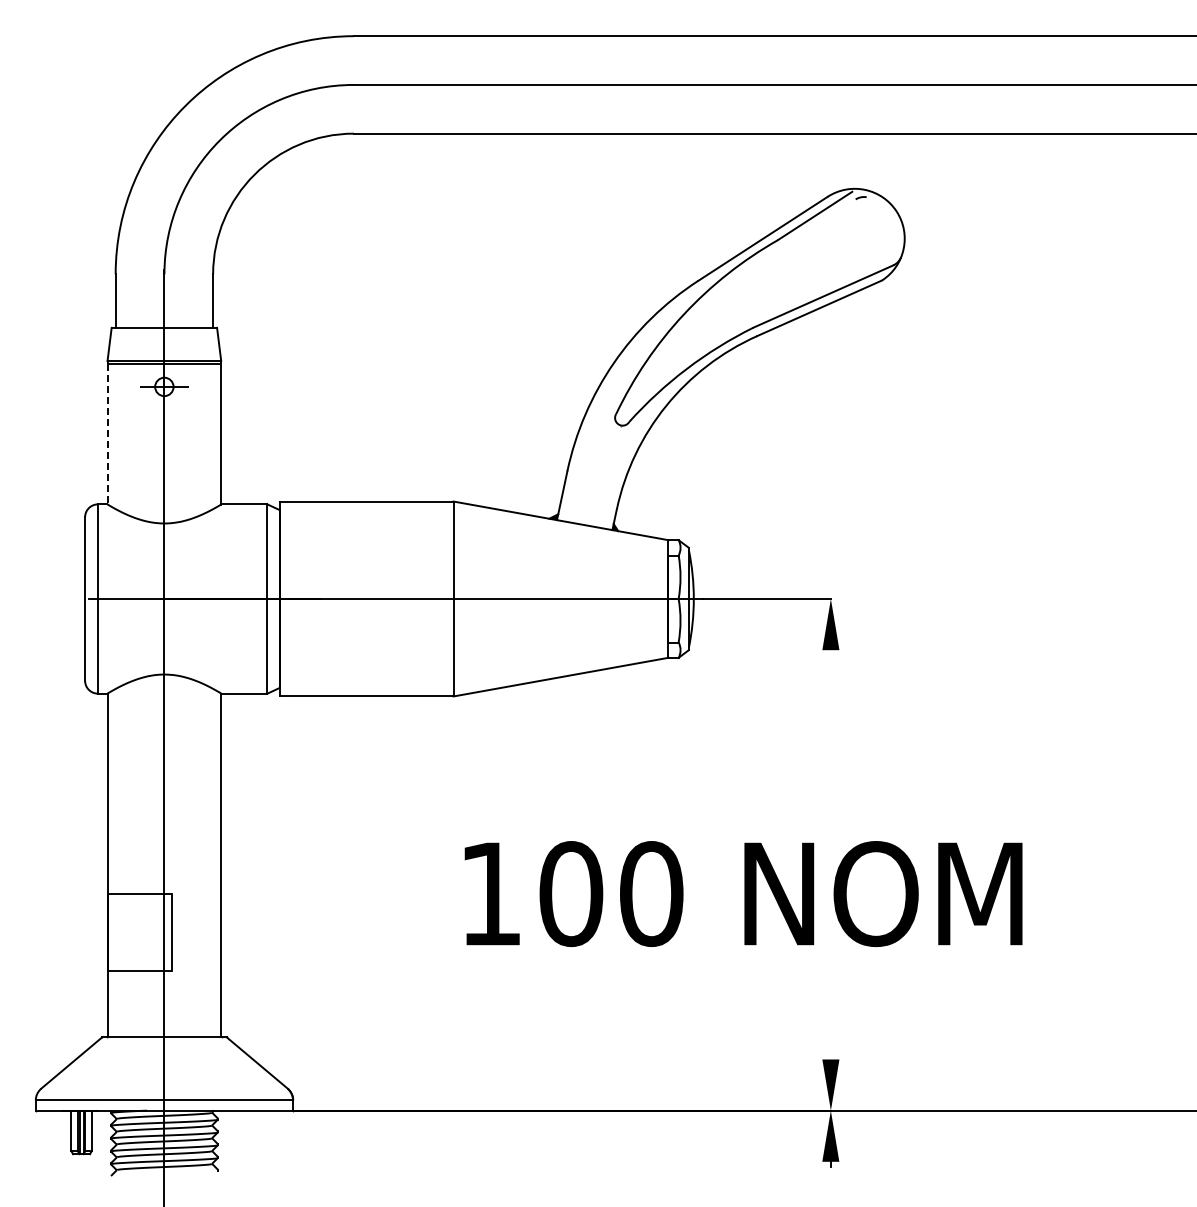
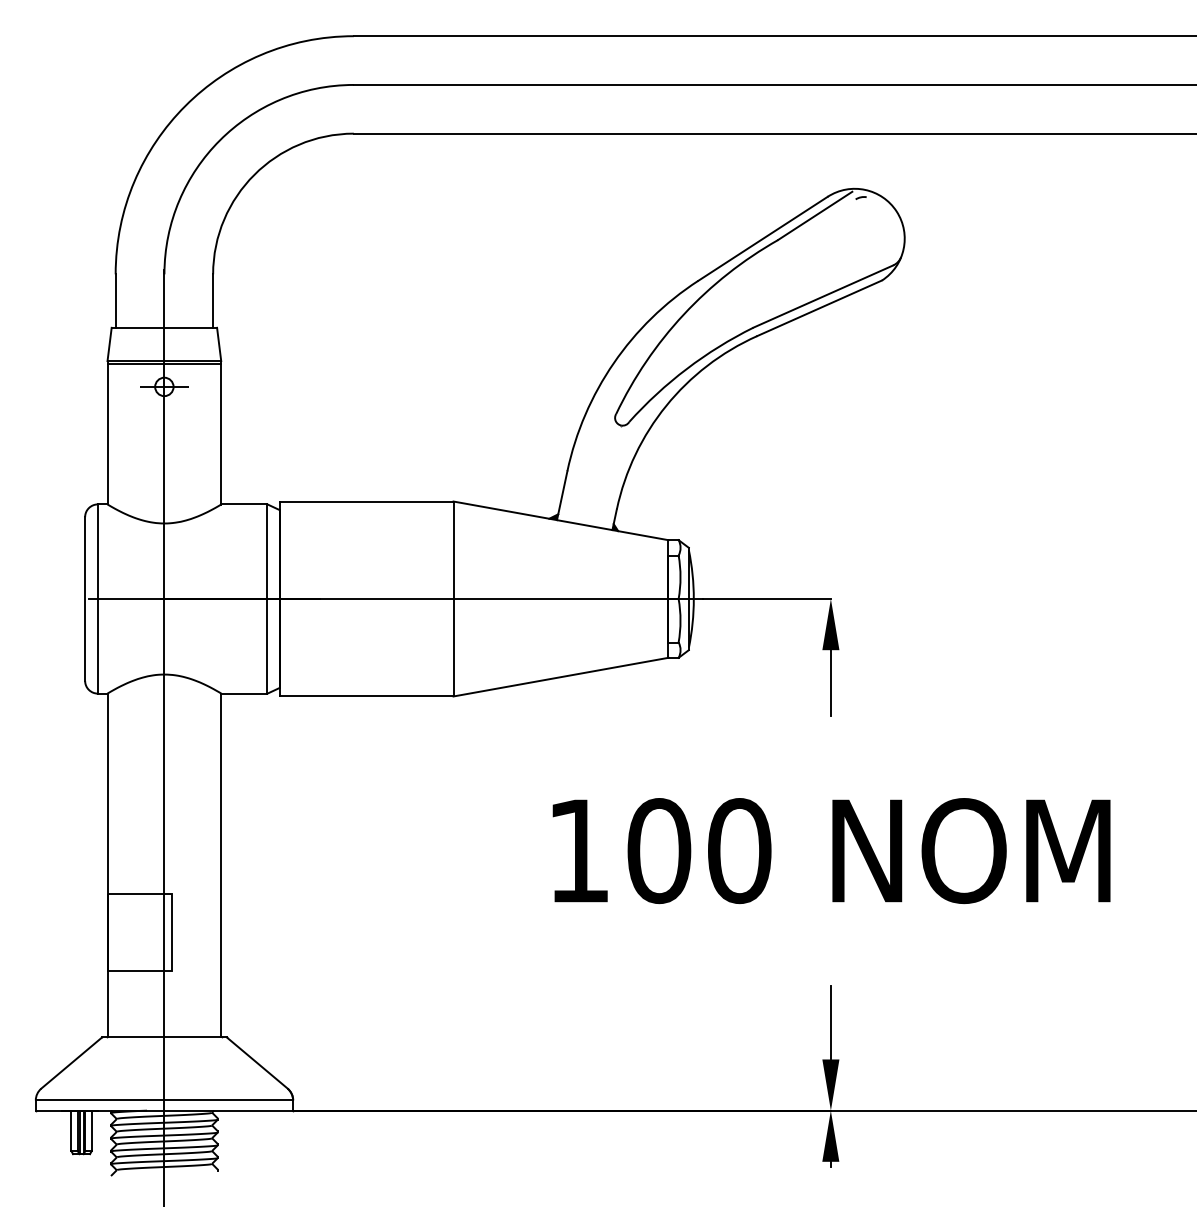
line at (107, 434): dashed -> solid
line at (830, 682): none -> present
text at (743, 894) position: (743, 894) -> (831, 851)
line at (830, 1022): none -> present
